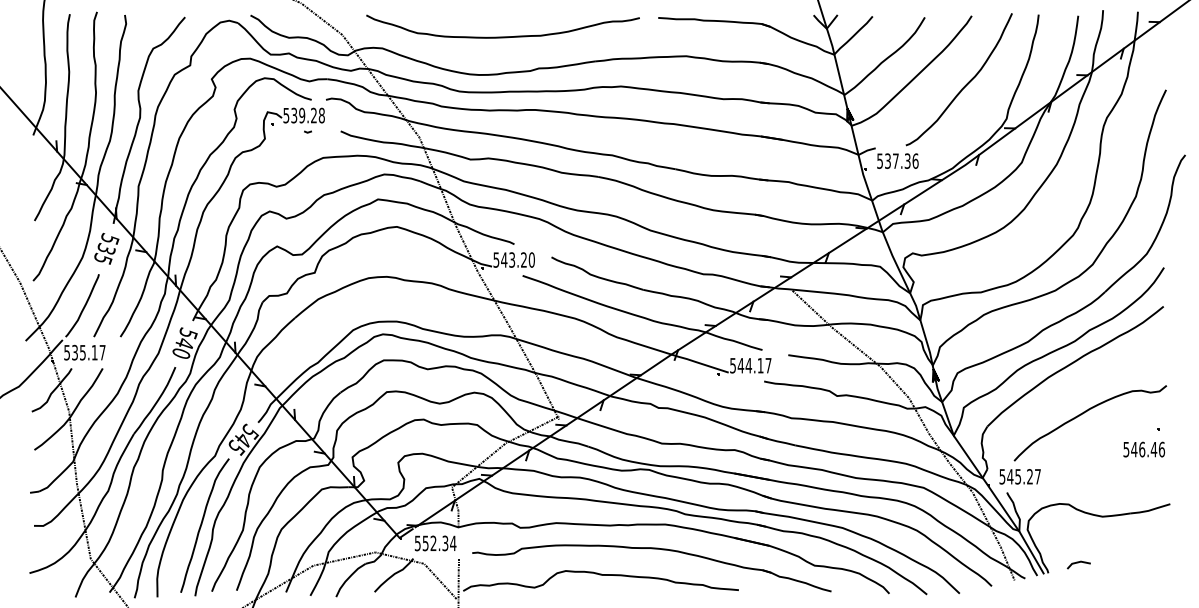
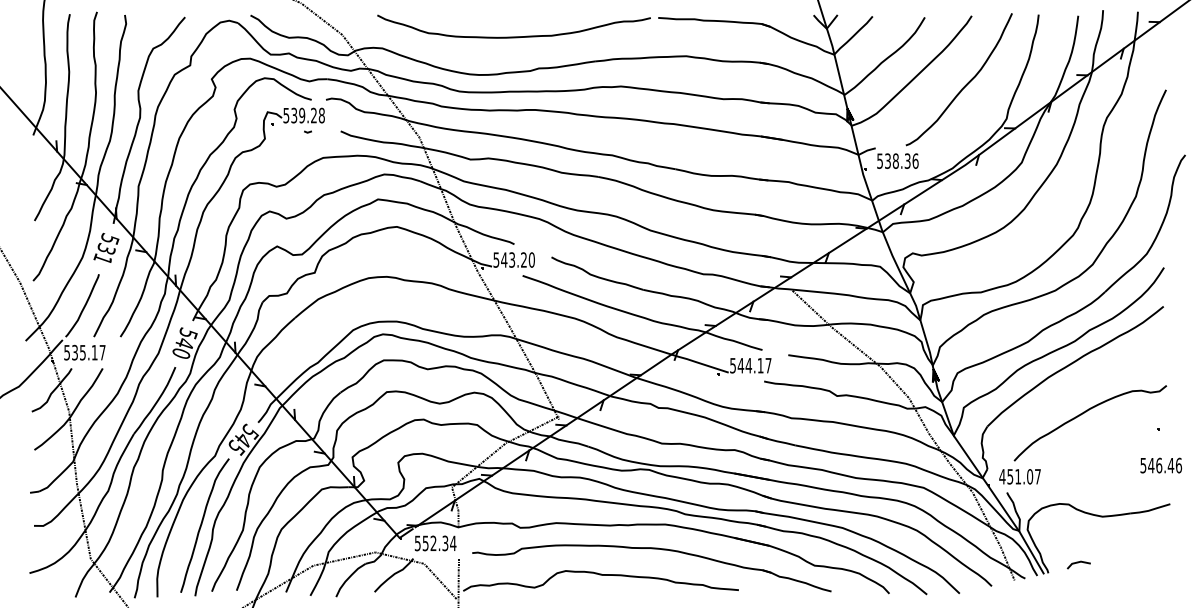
curve at (502, 36) position: (502, 36) -> (513, 36)
text at (895, 160): 537.36 -> 538.36
text at (102, 258): 535 -> 531
text at (1143, 449) position: (1143, 449) -> (1160, 465)
text at (1016, 476): 545.27 -> 451.07
